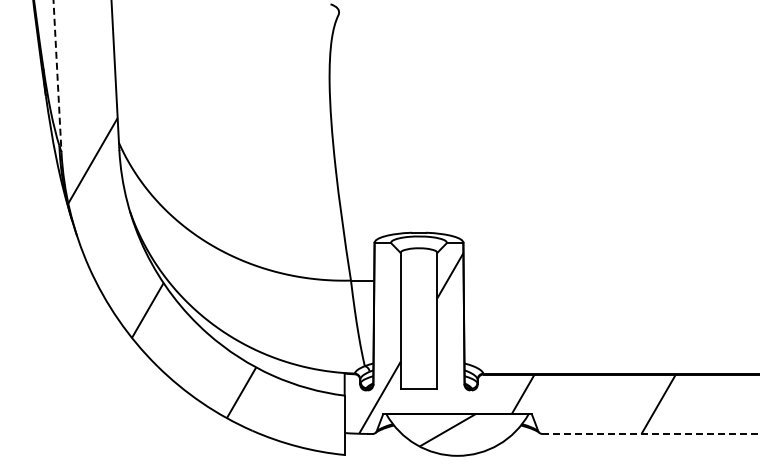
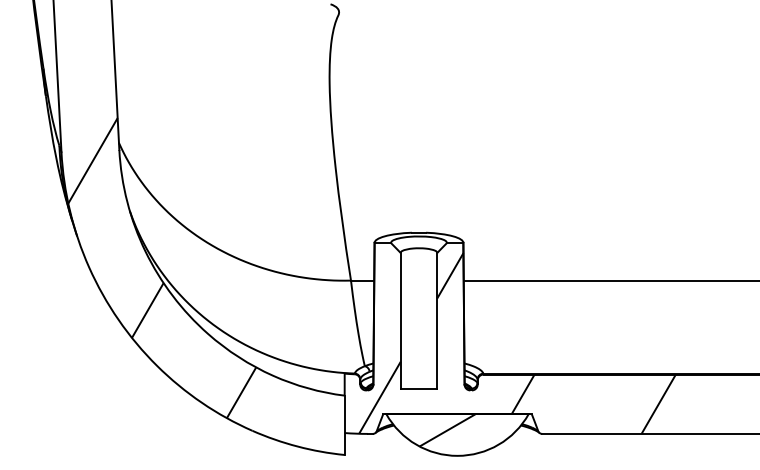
line at (57, 76): dashed -> solid
line at (609, 280): none -> present
line at (651, 433): dashed -> solid
